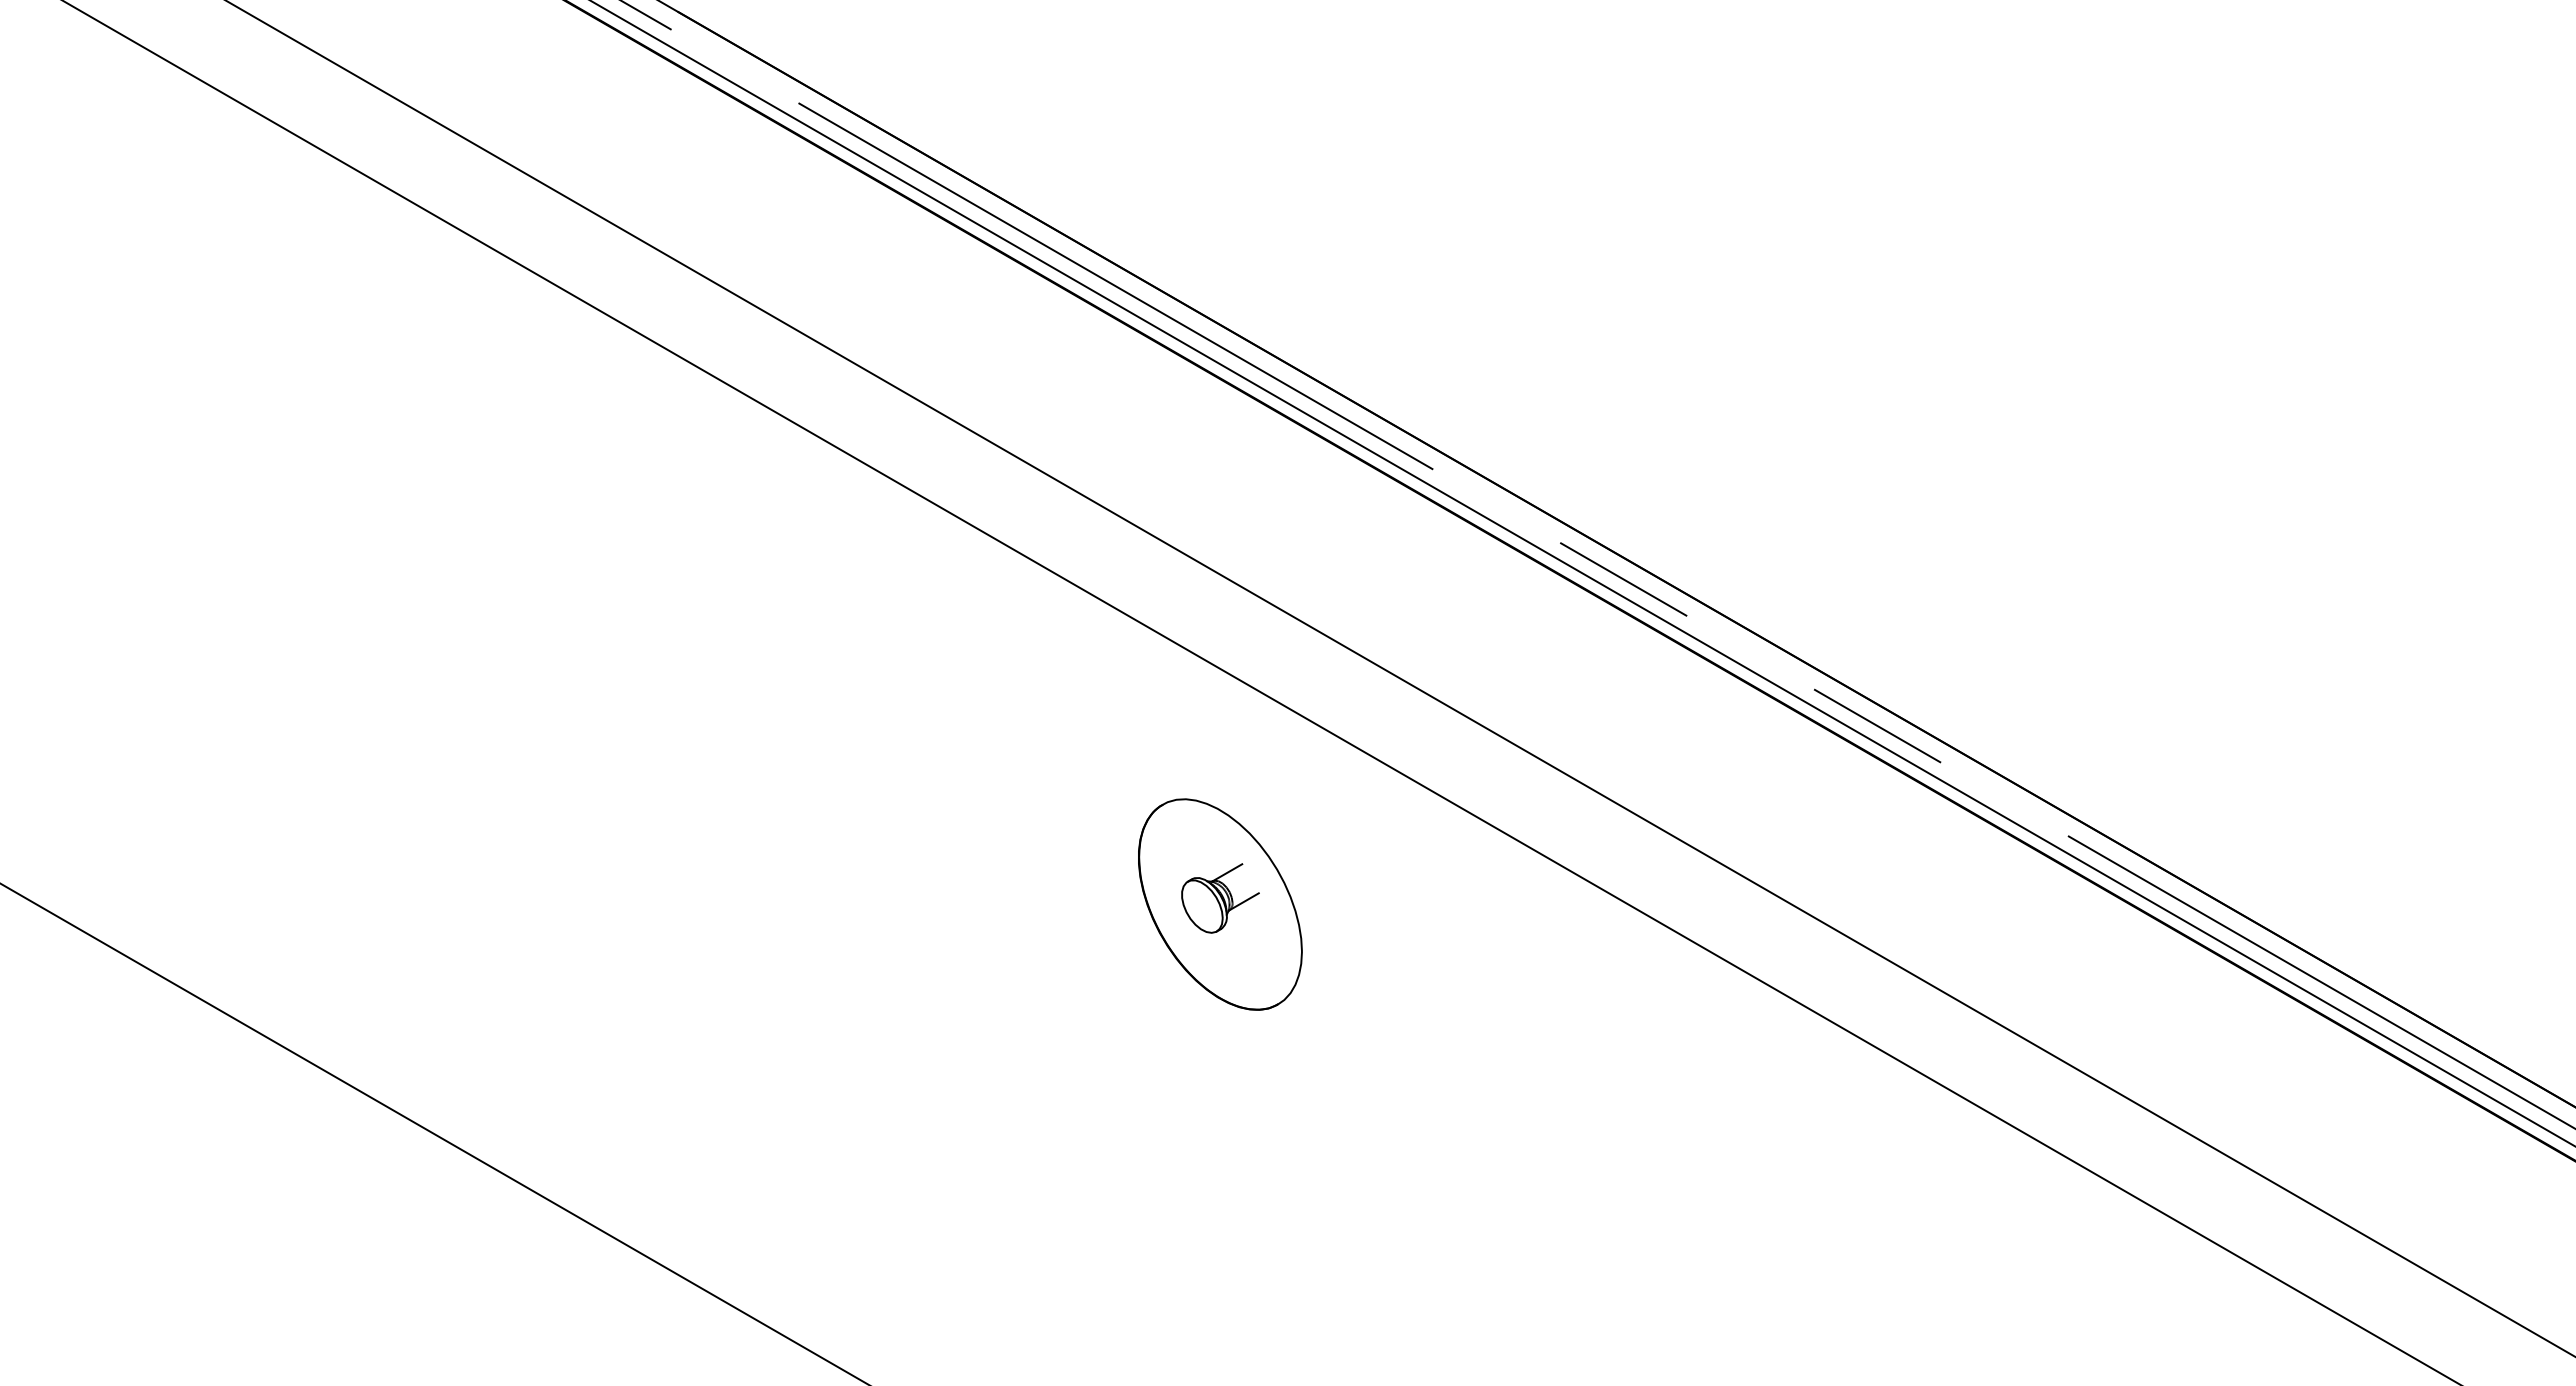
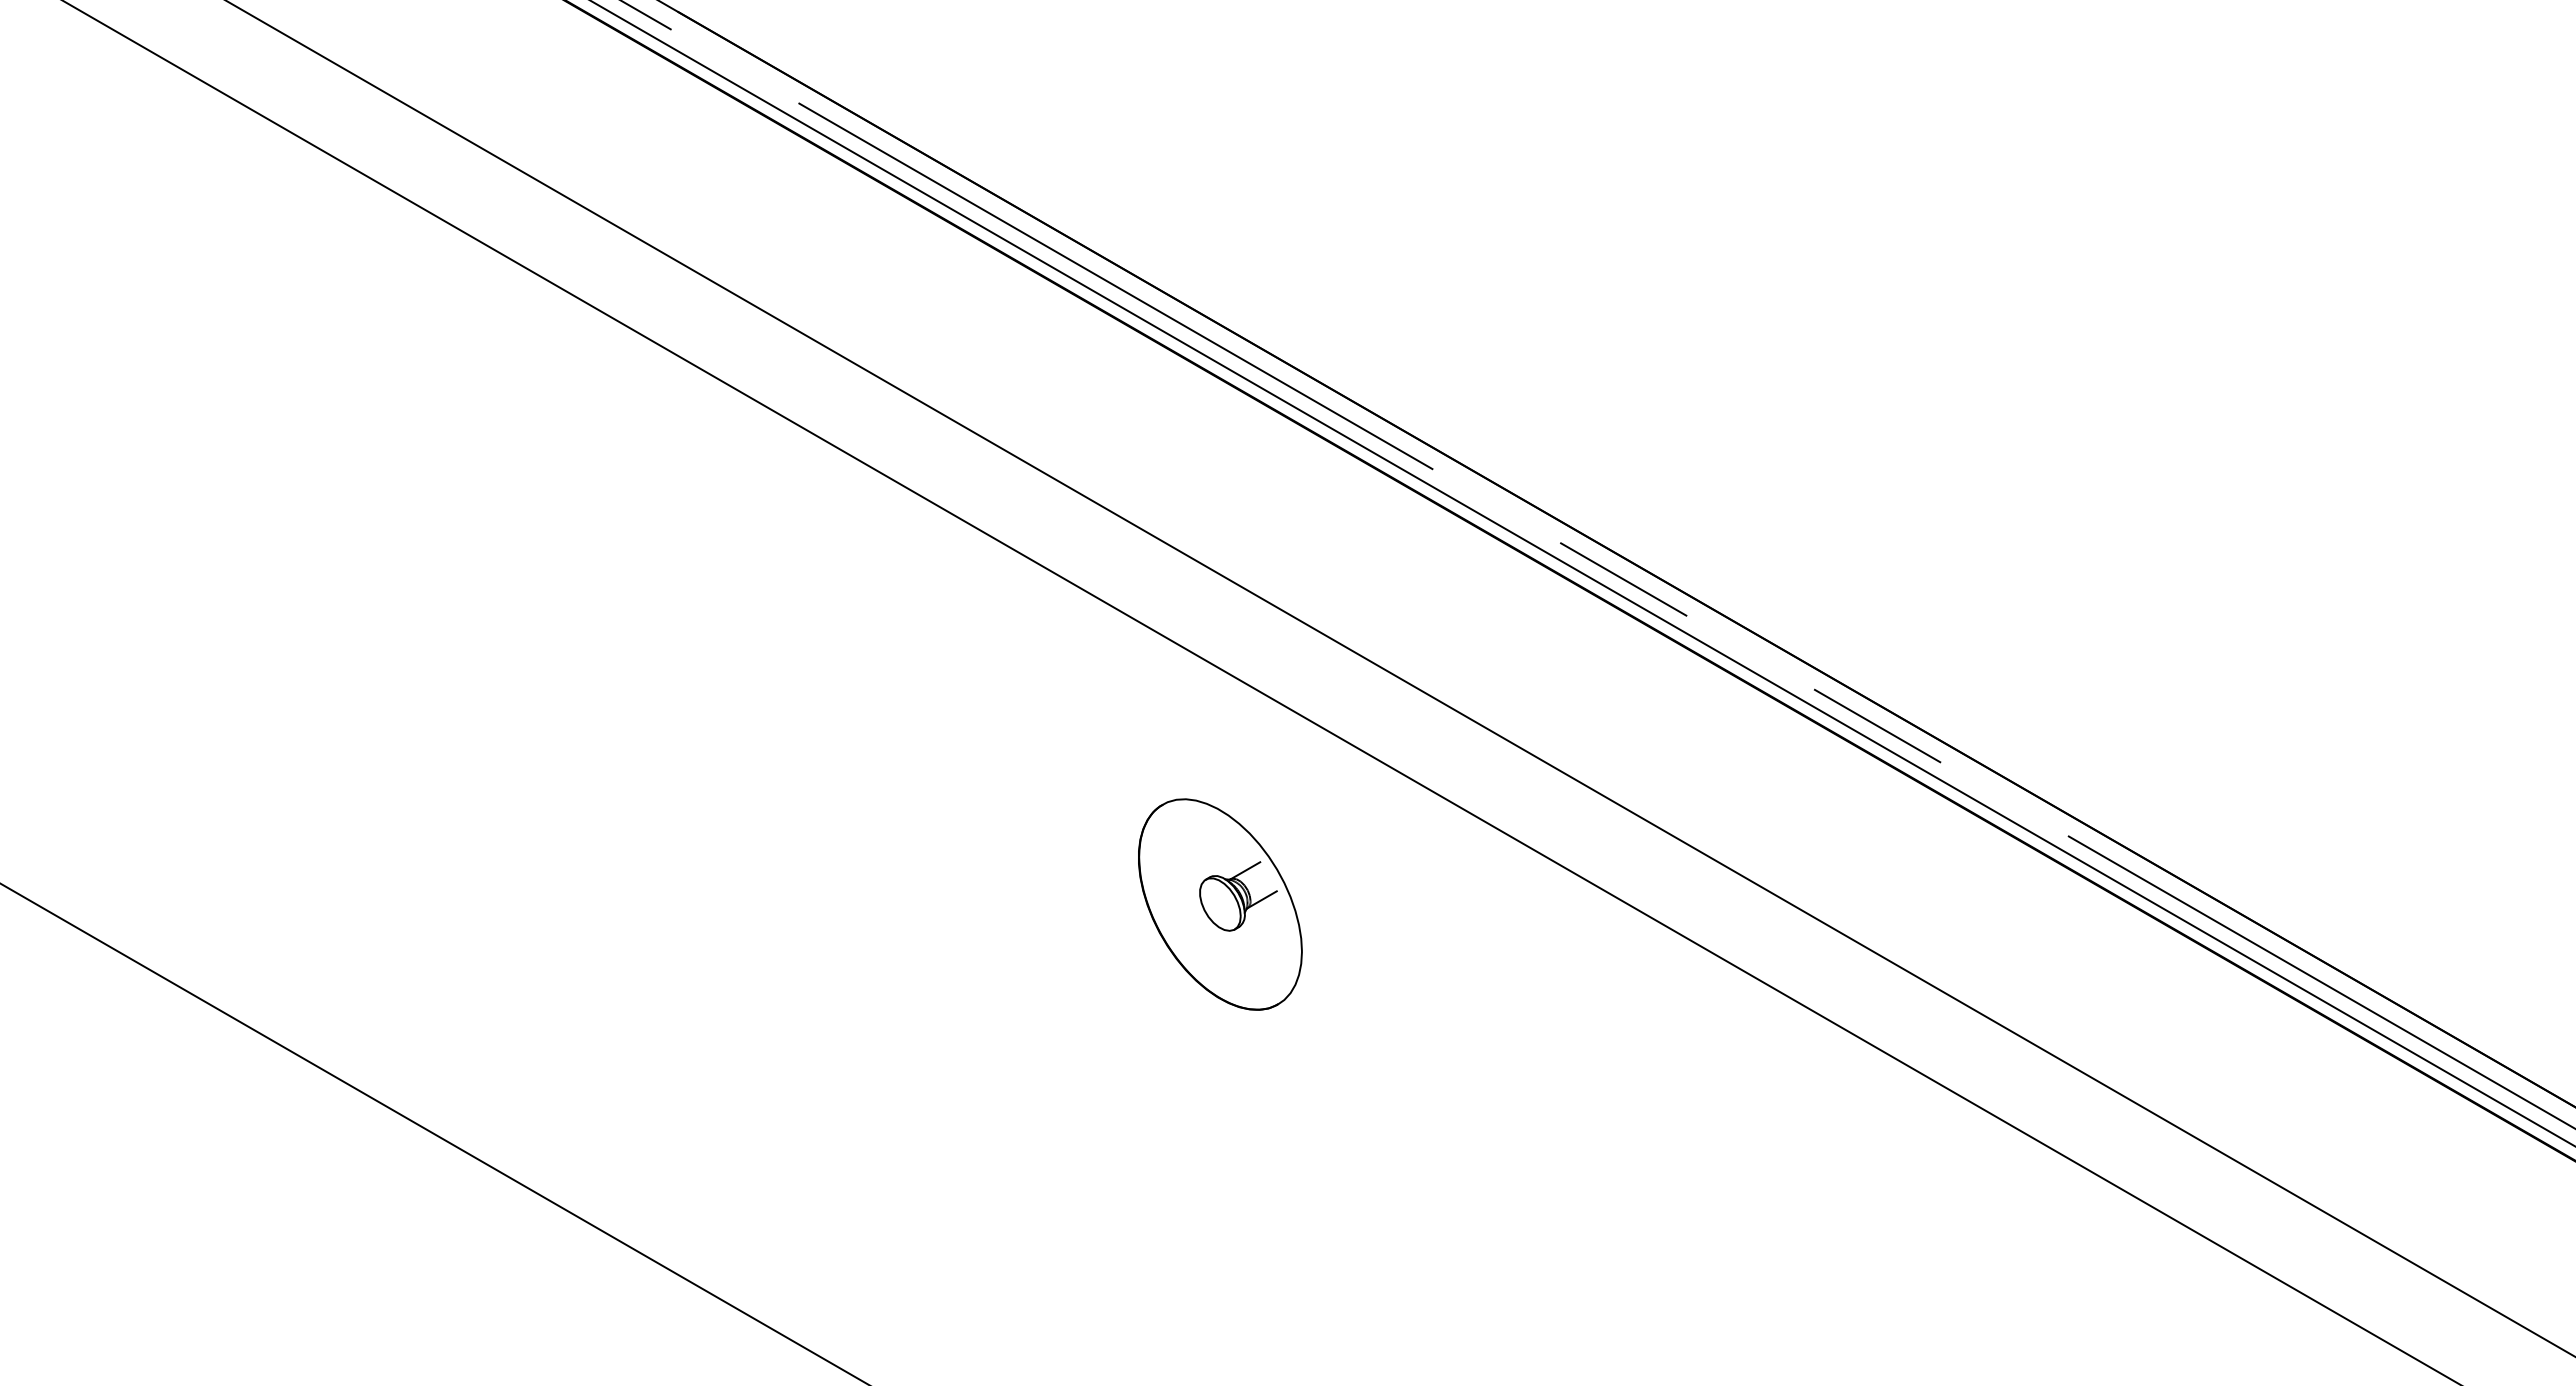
part at (1220, 898) position: (1220, 898) -> (1238, 896)
